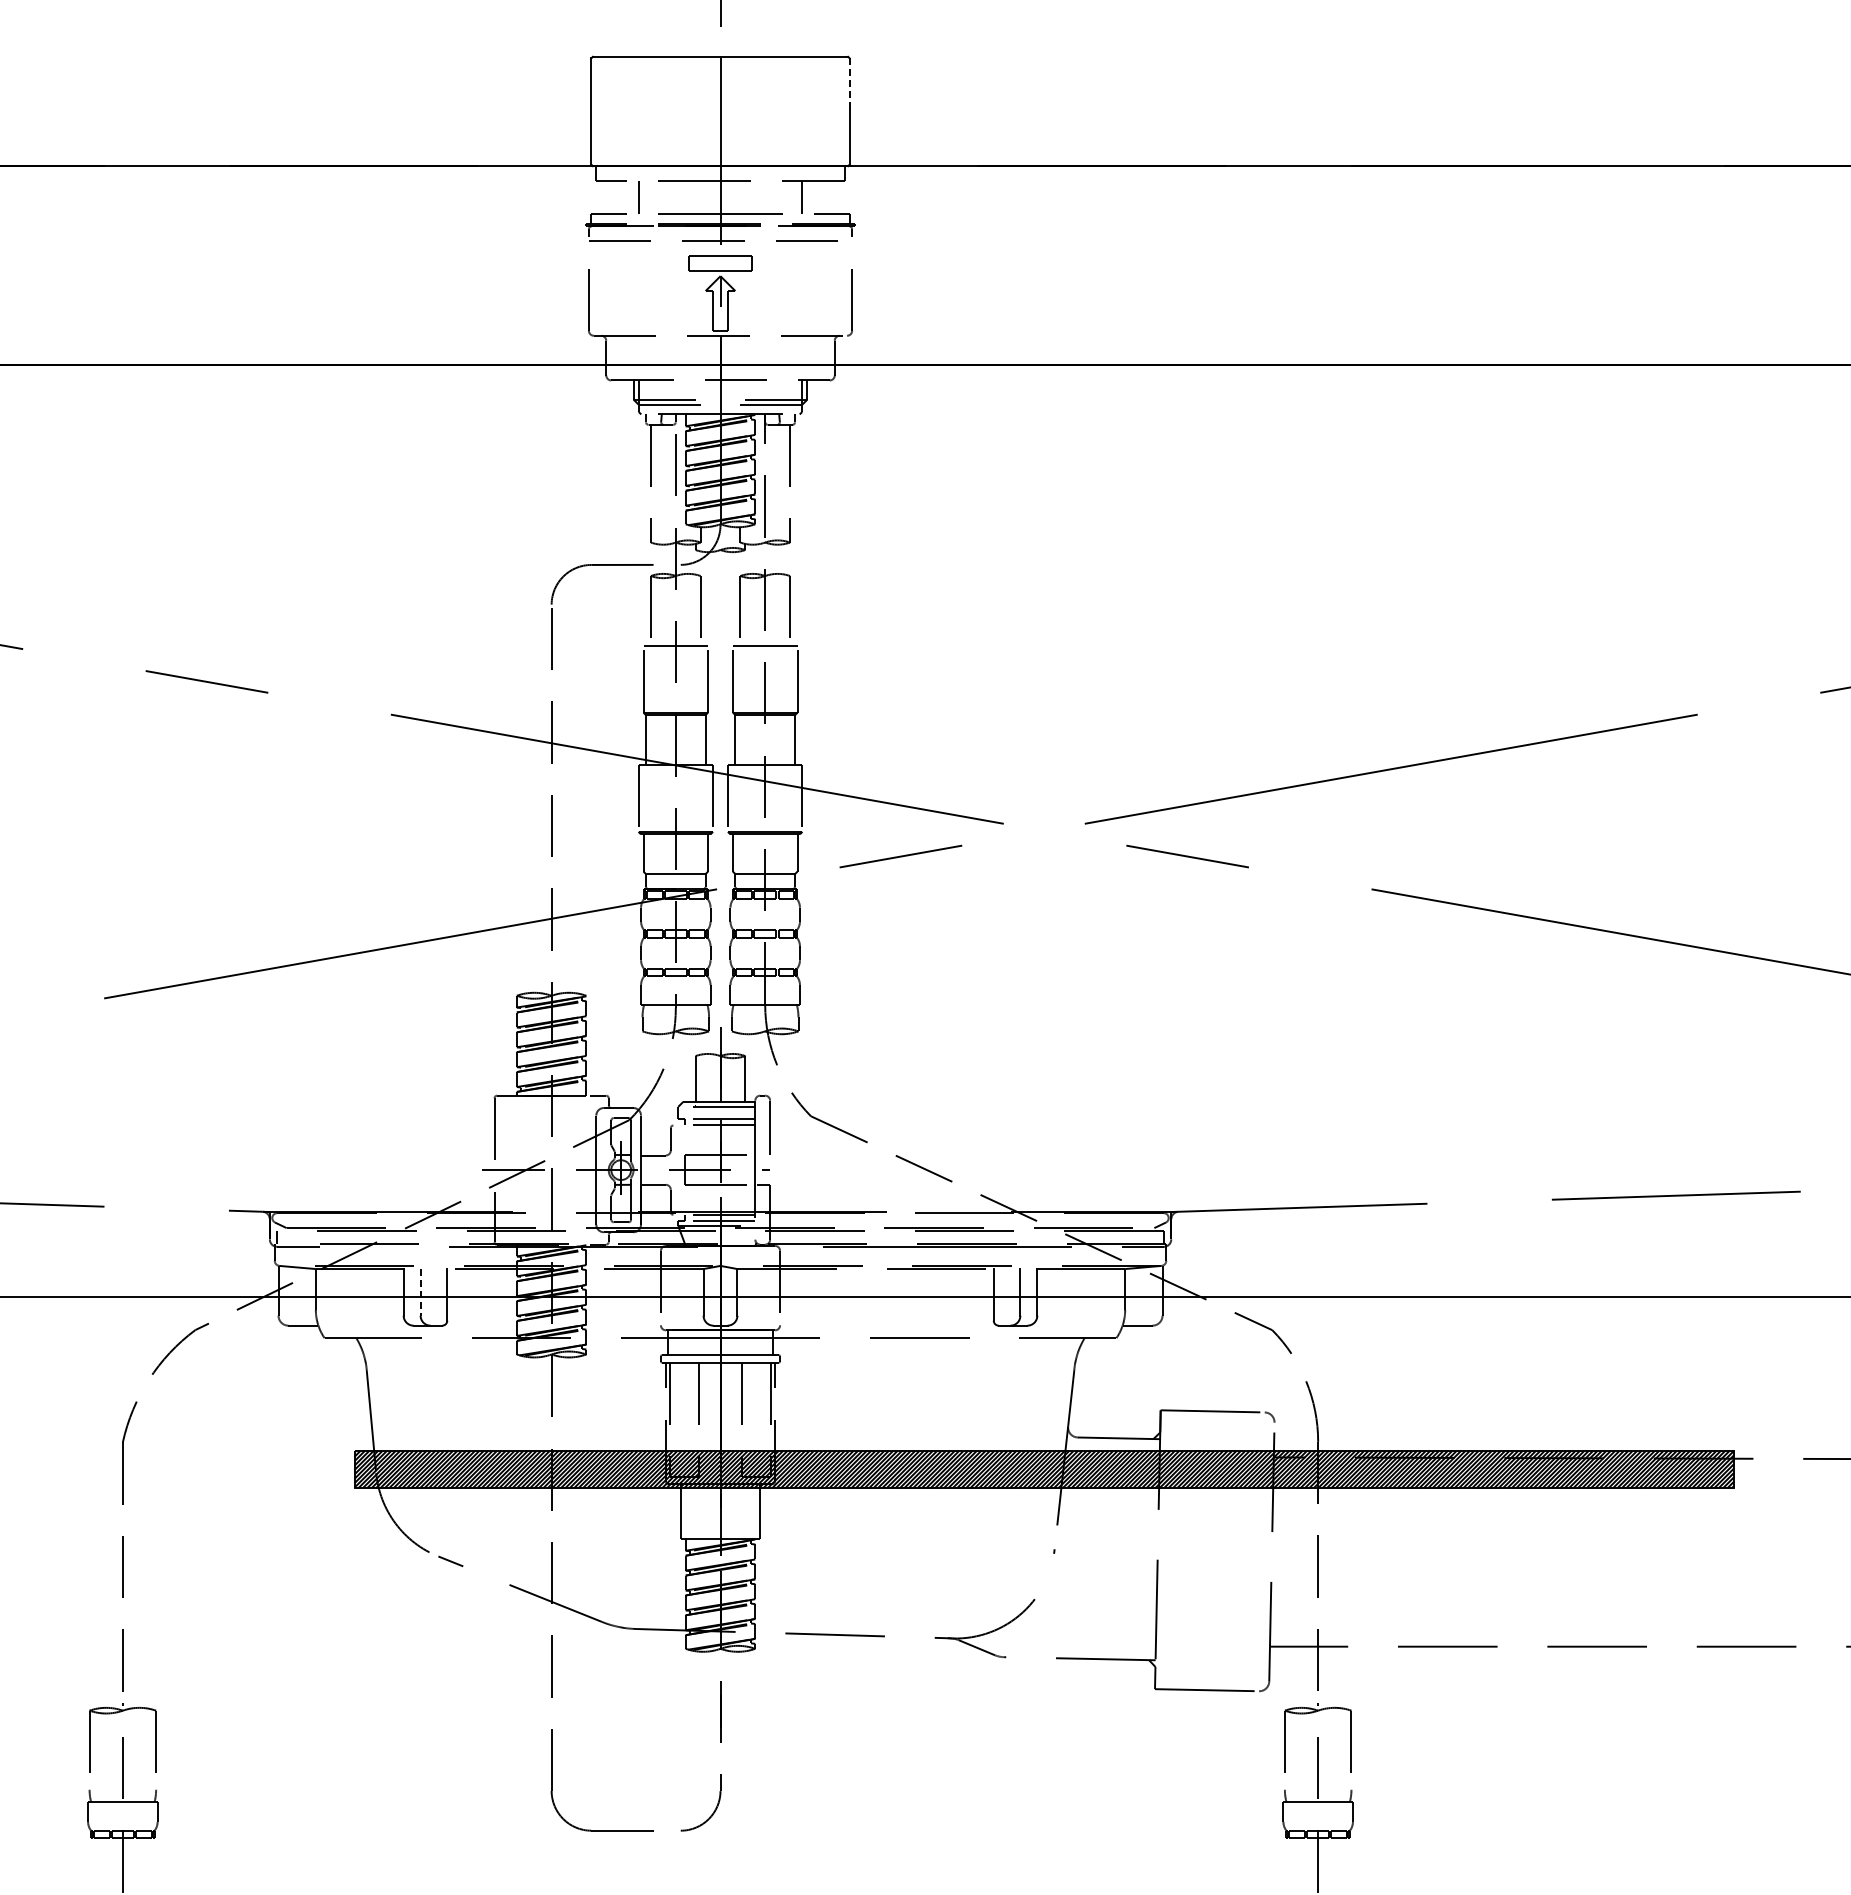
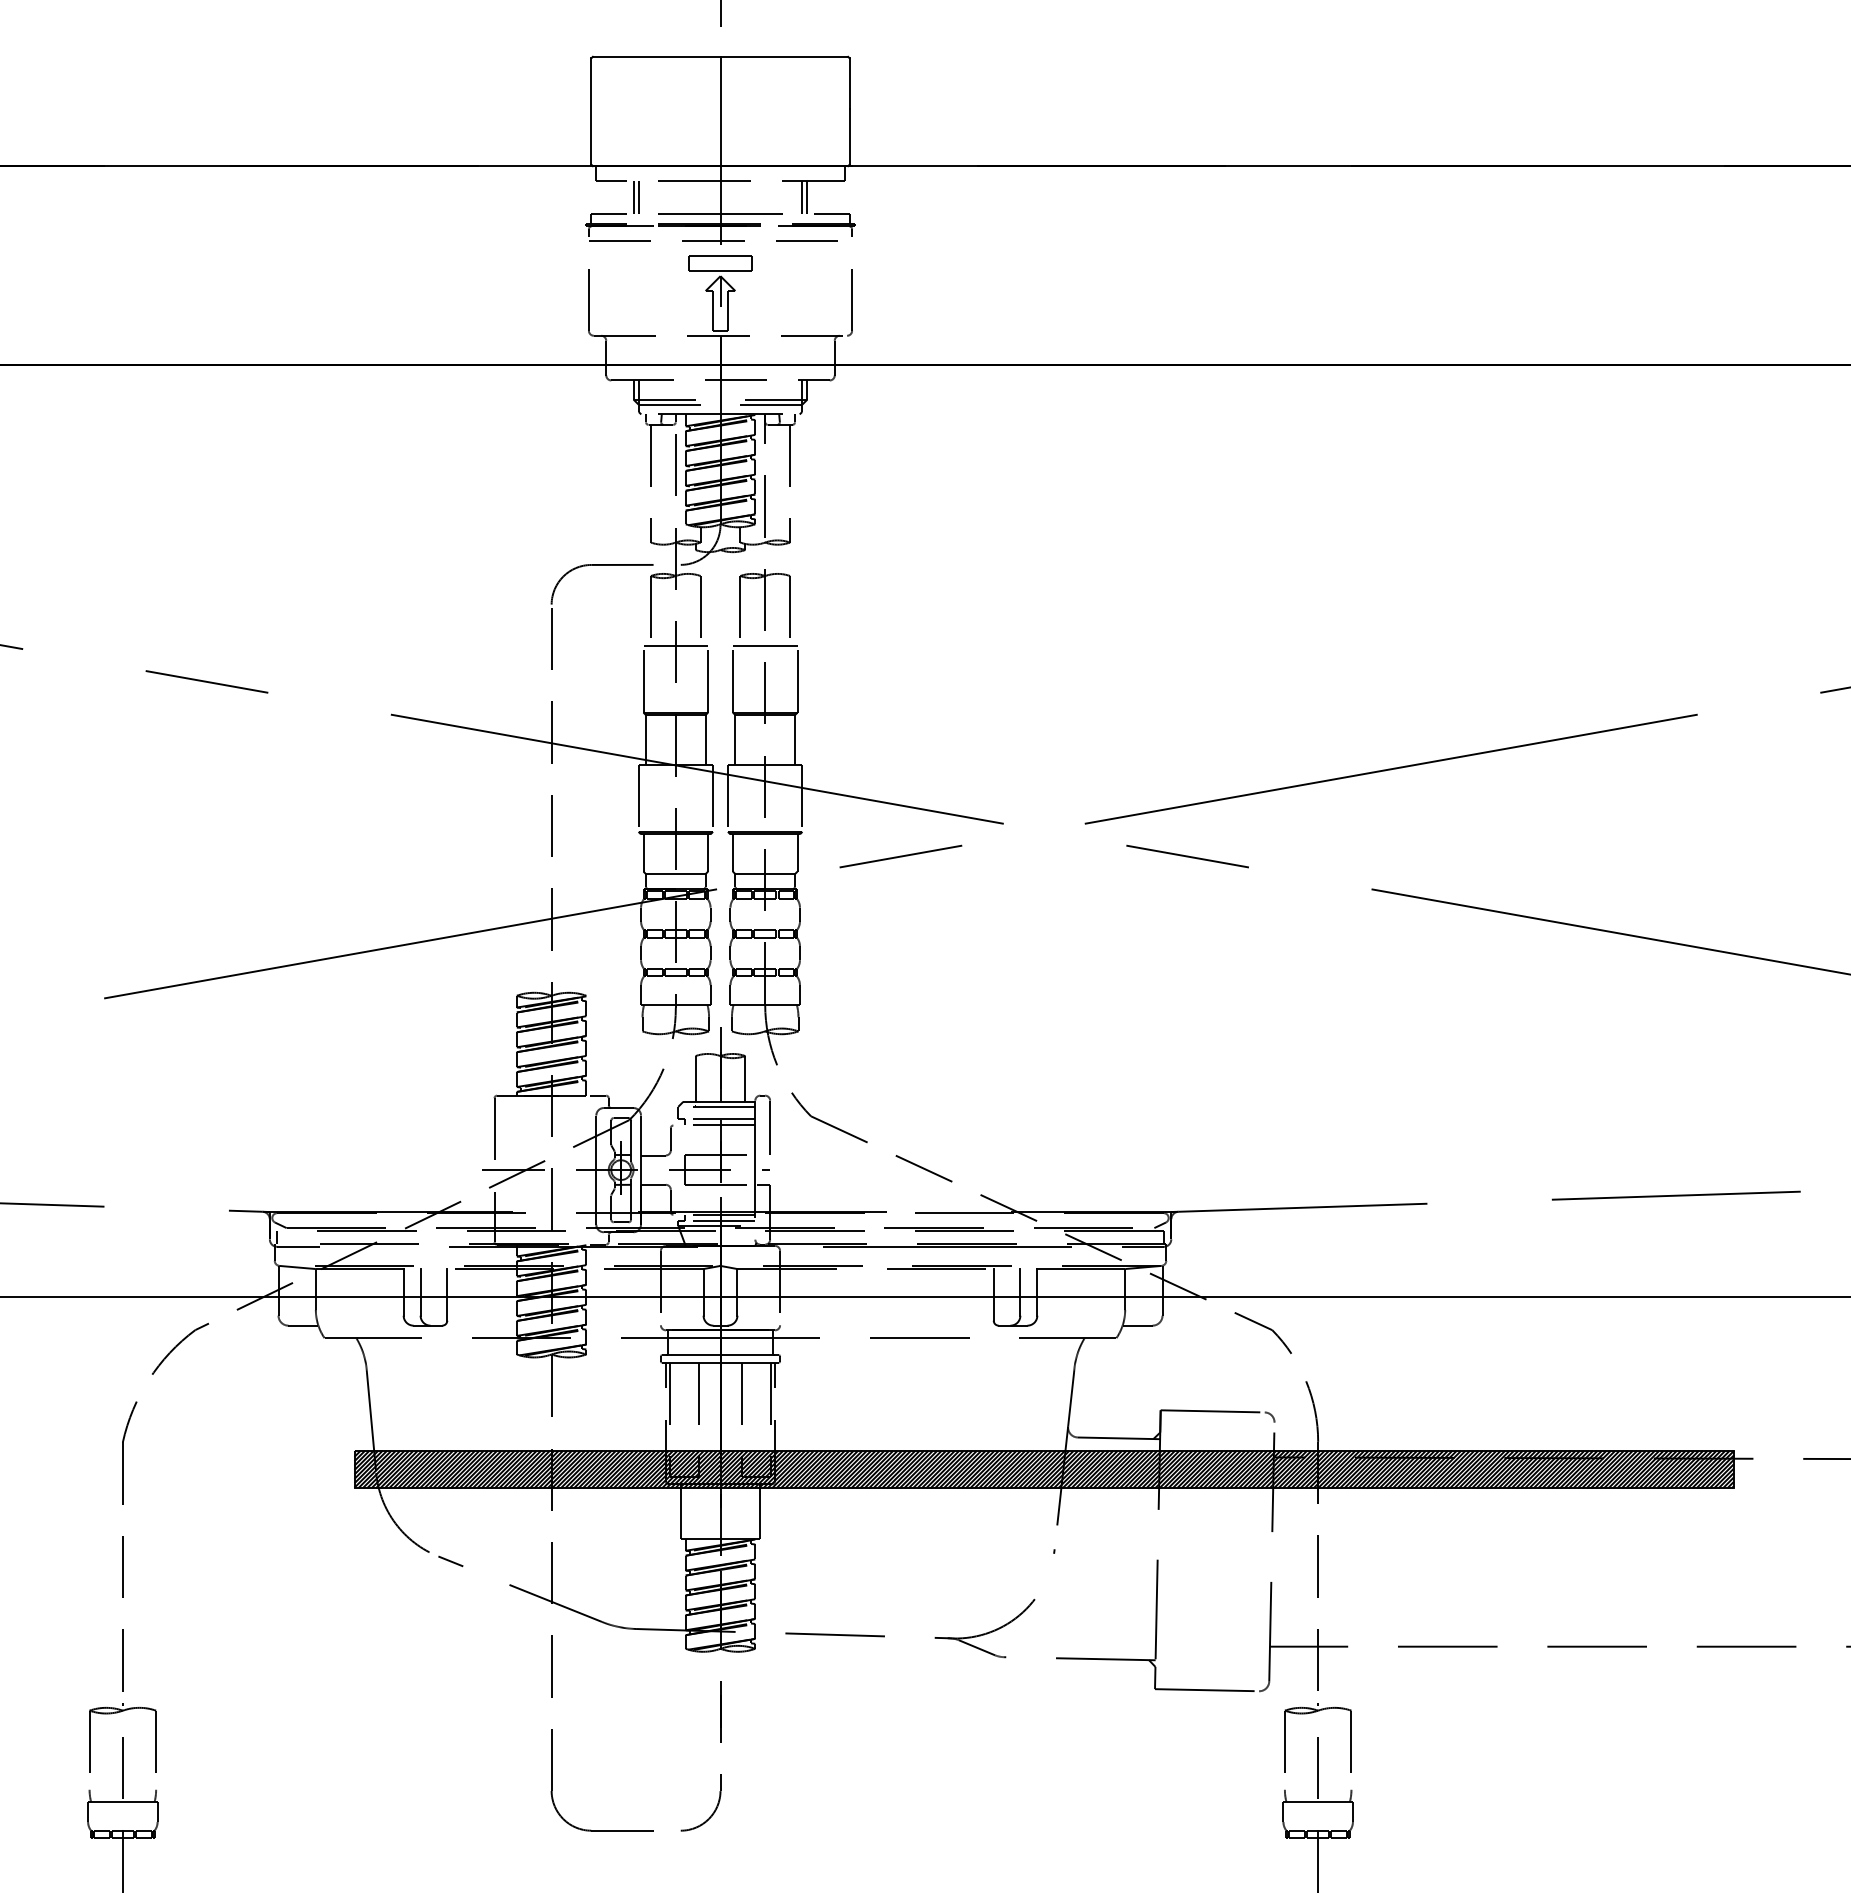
line at (849, 84): dashed -> solid
line at (633, 197): none -> present
line at (807, 197): none -> present
line at (420, 1292): dashed -> solid
